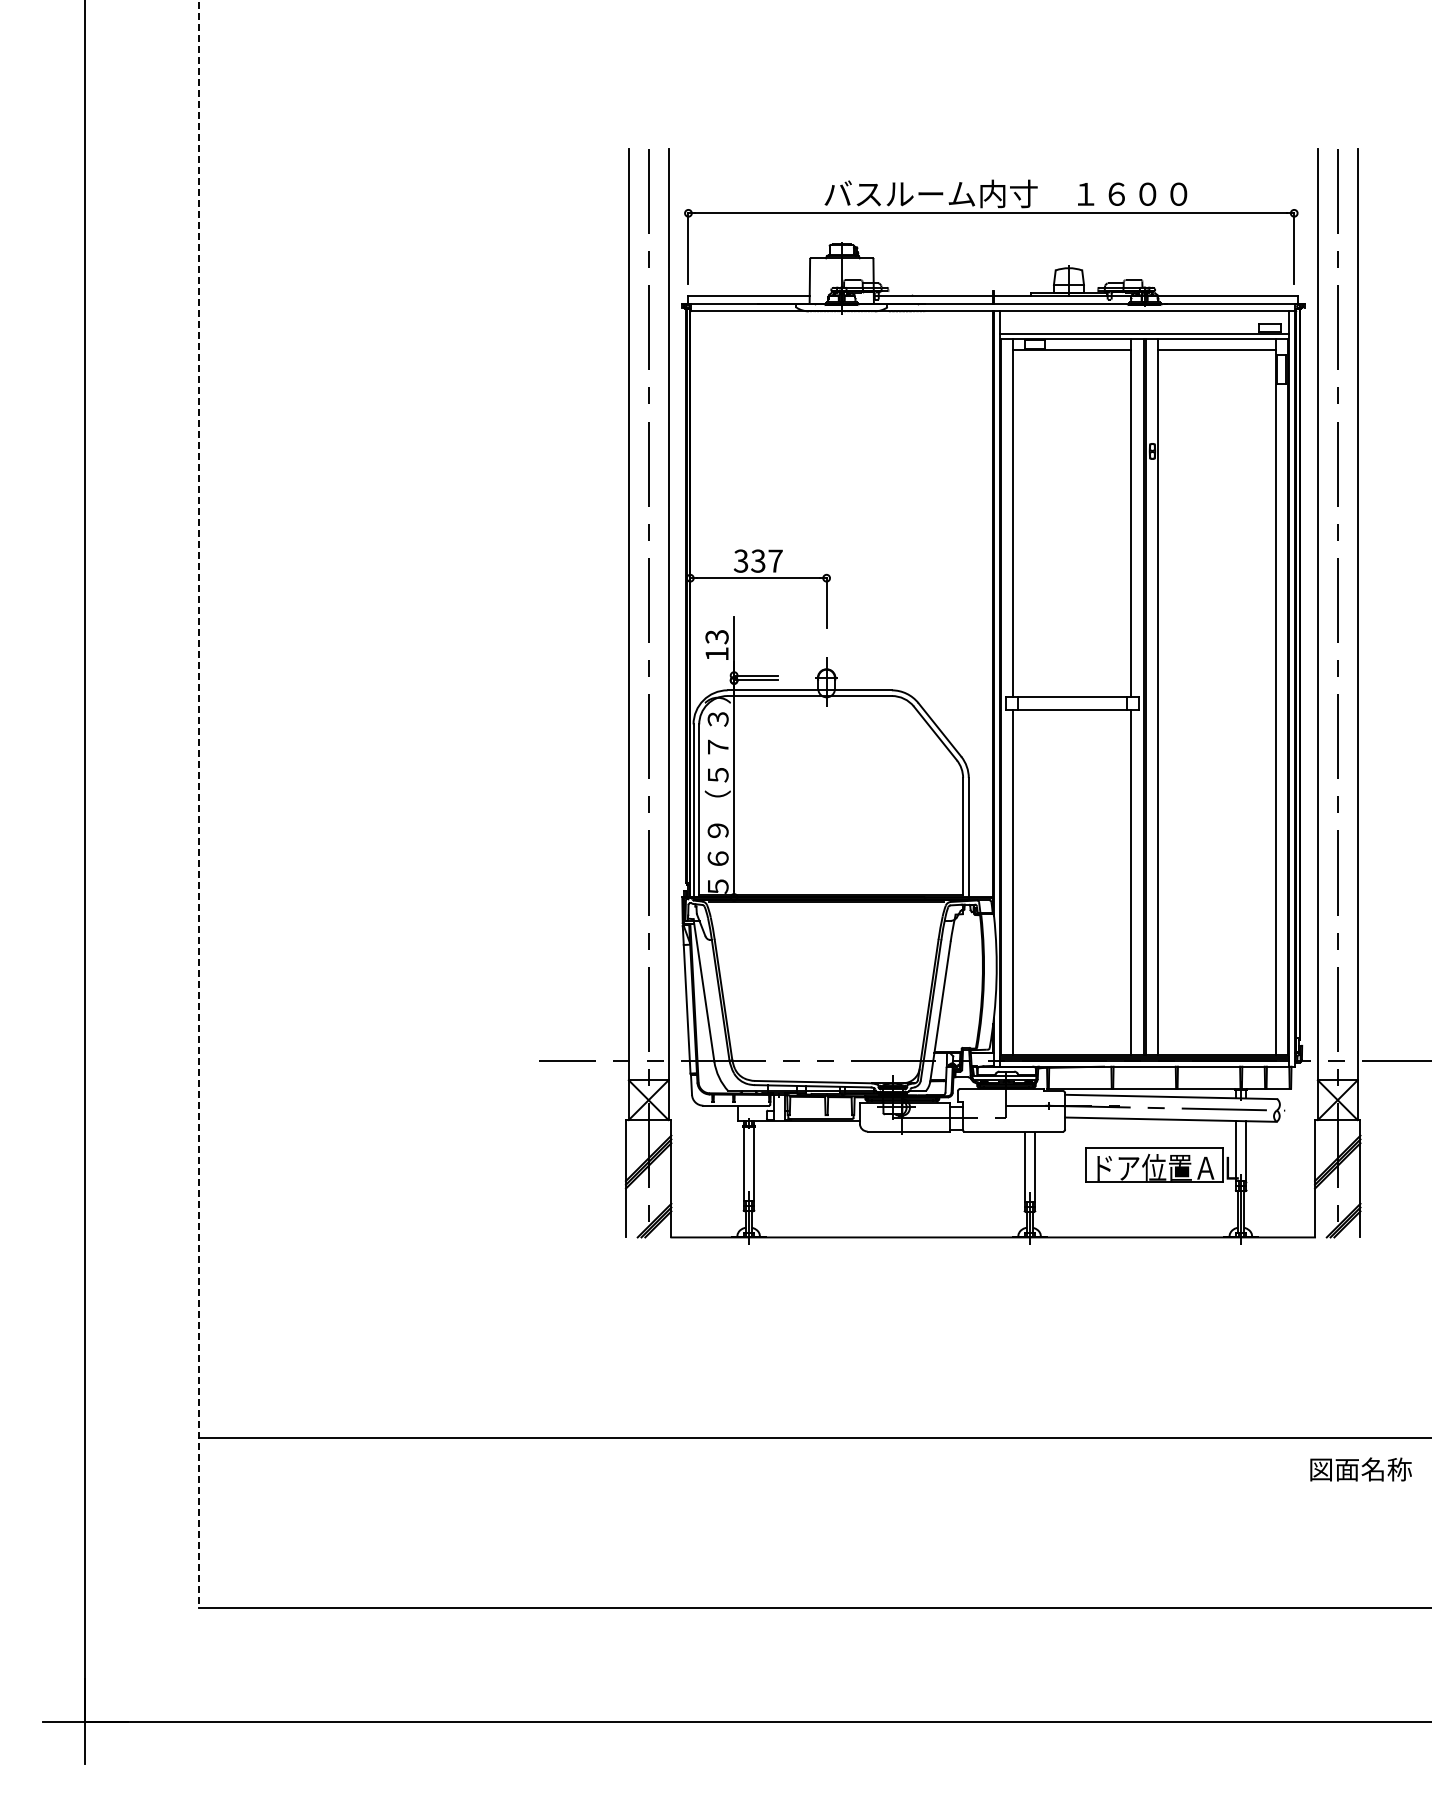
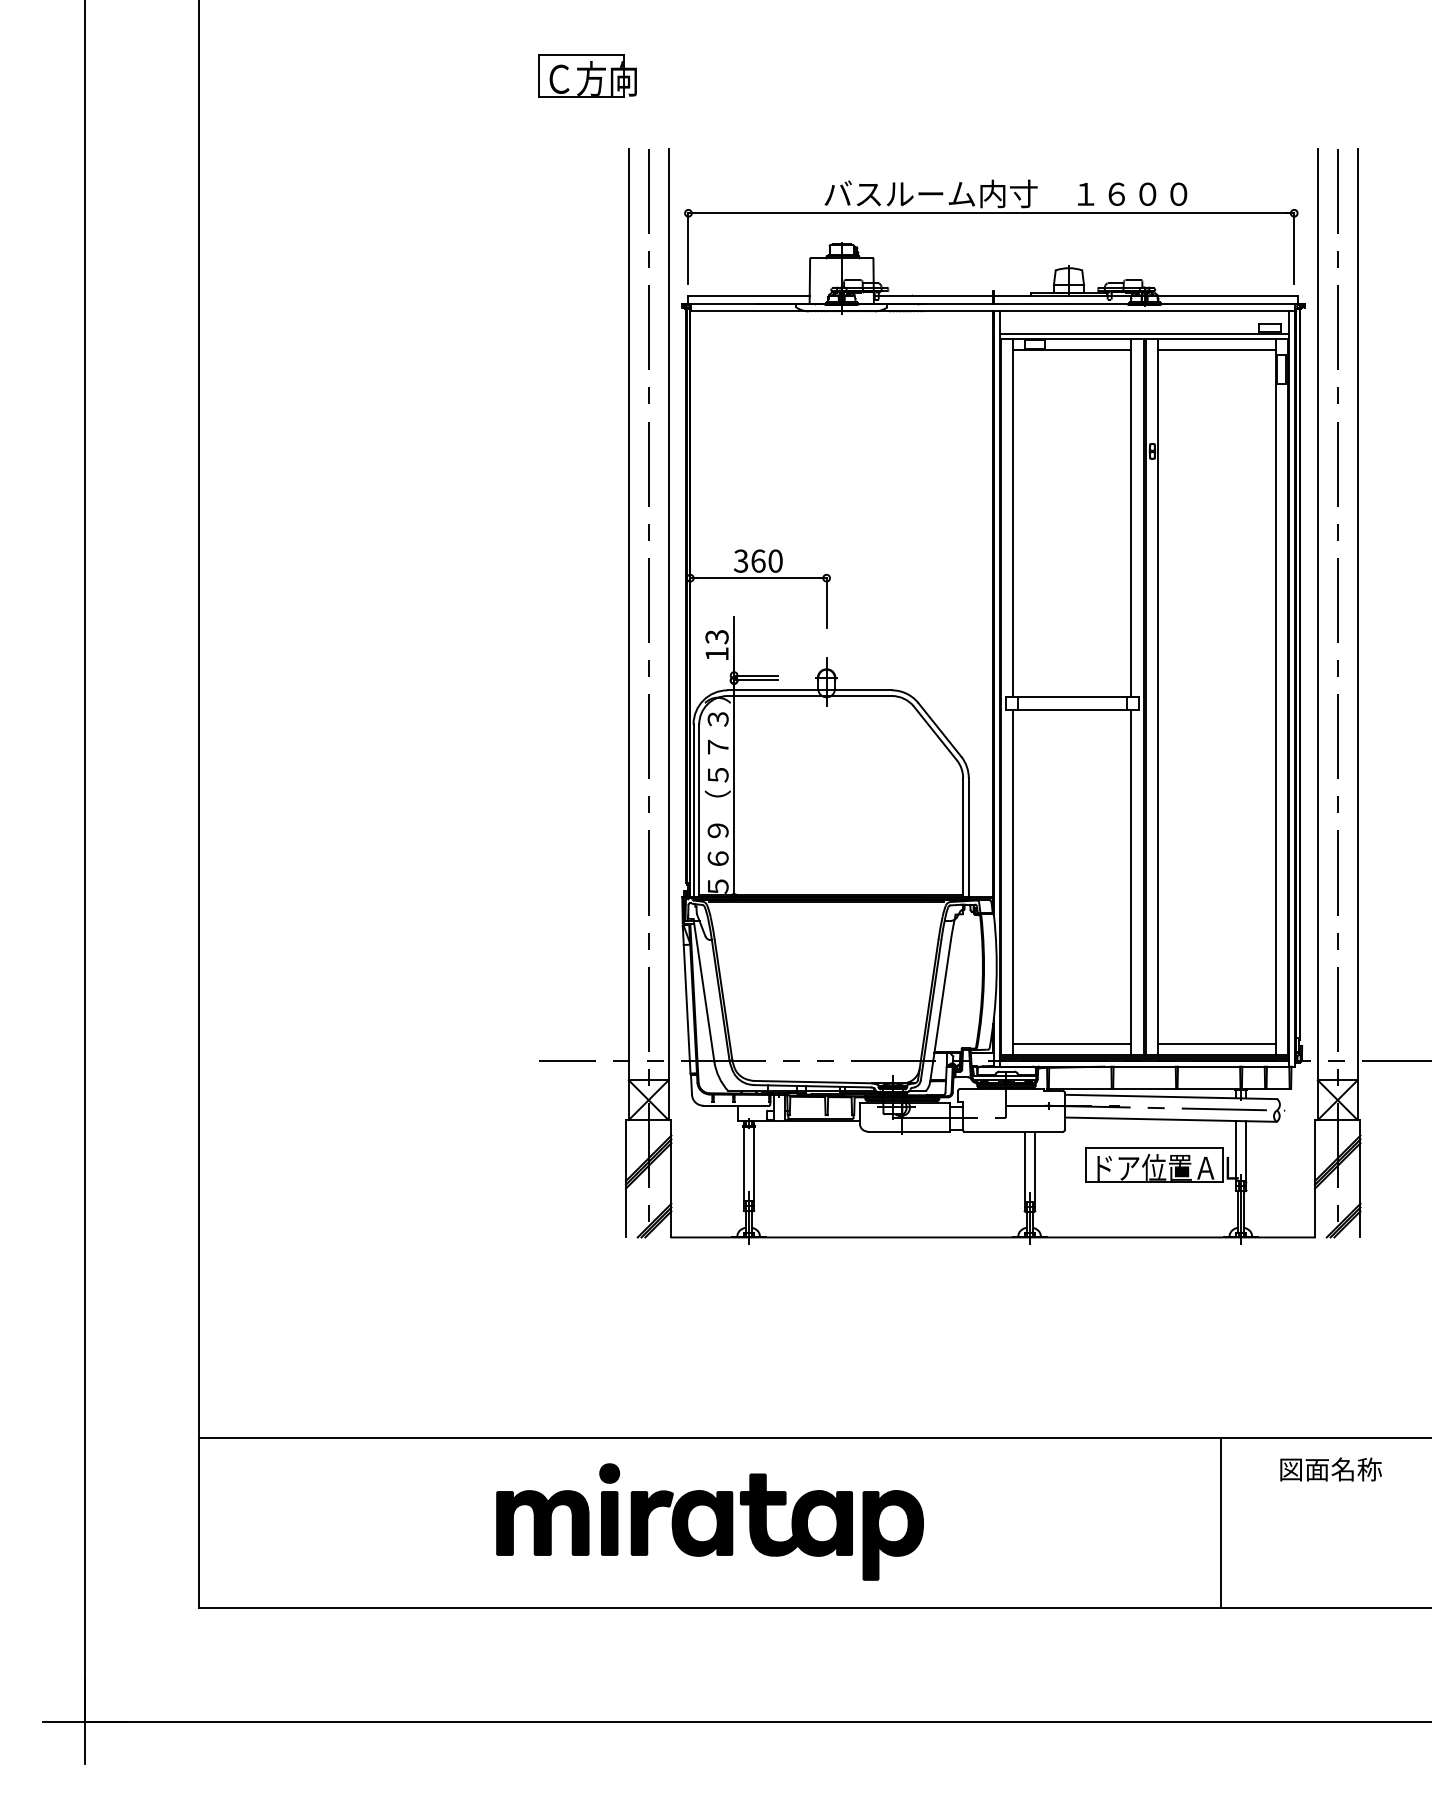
part at (587, 75): none -> present
text at (766, 560): 337 -> 360
line at (198, 804): dashed -> solid
line at (1072, 1043): none -> present
line at (1216, 1043): none -> present
text at (1360, 1469) position: (1360, 1469) -> (1330, 1469)
part at (709, 1521): none -> present
line at (1221, 1522): none -> present
